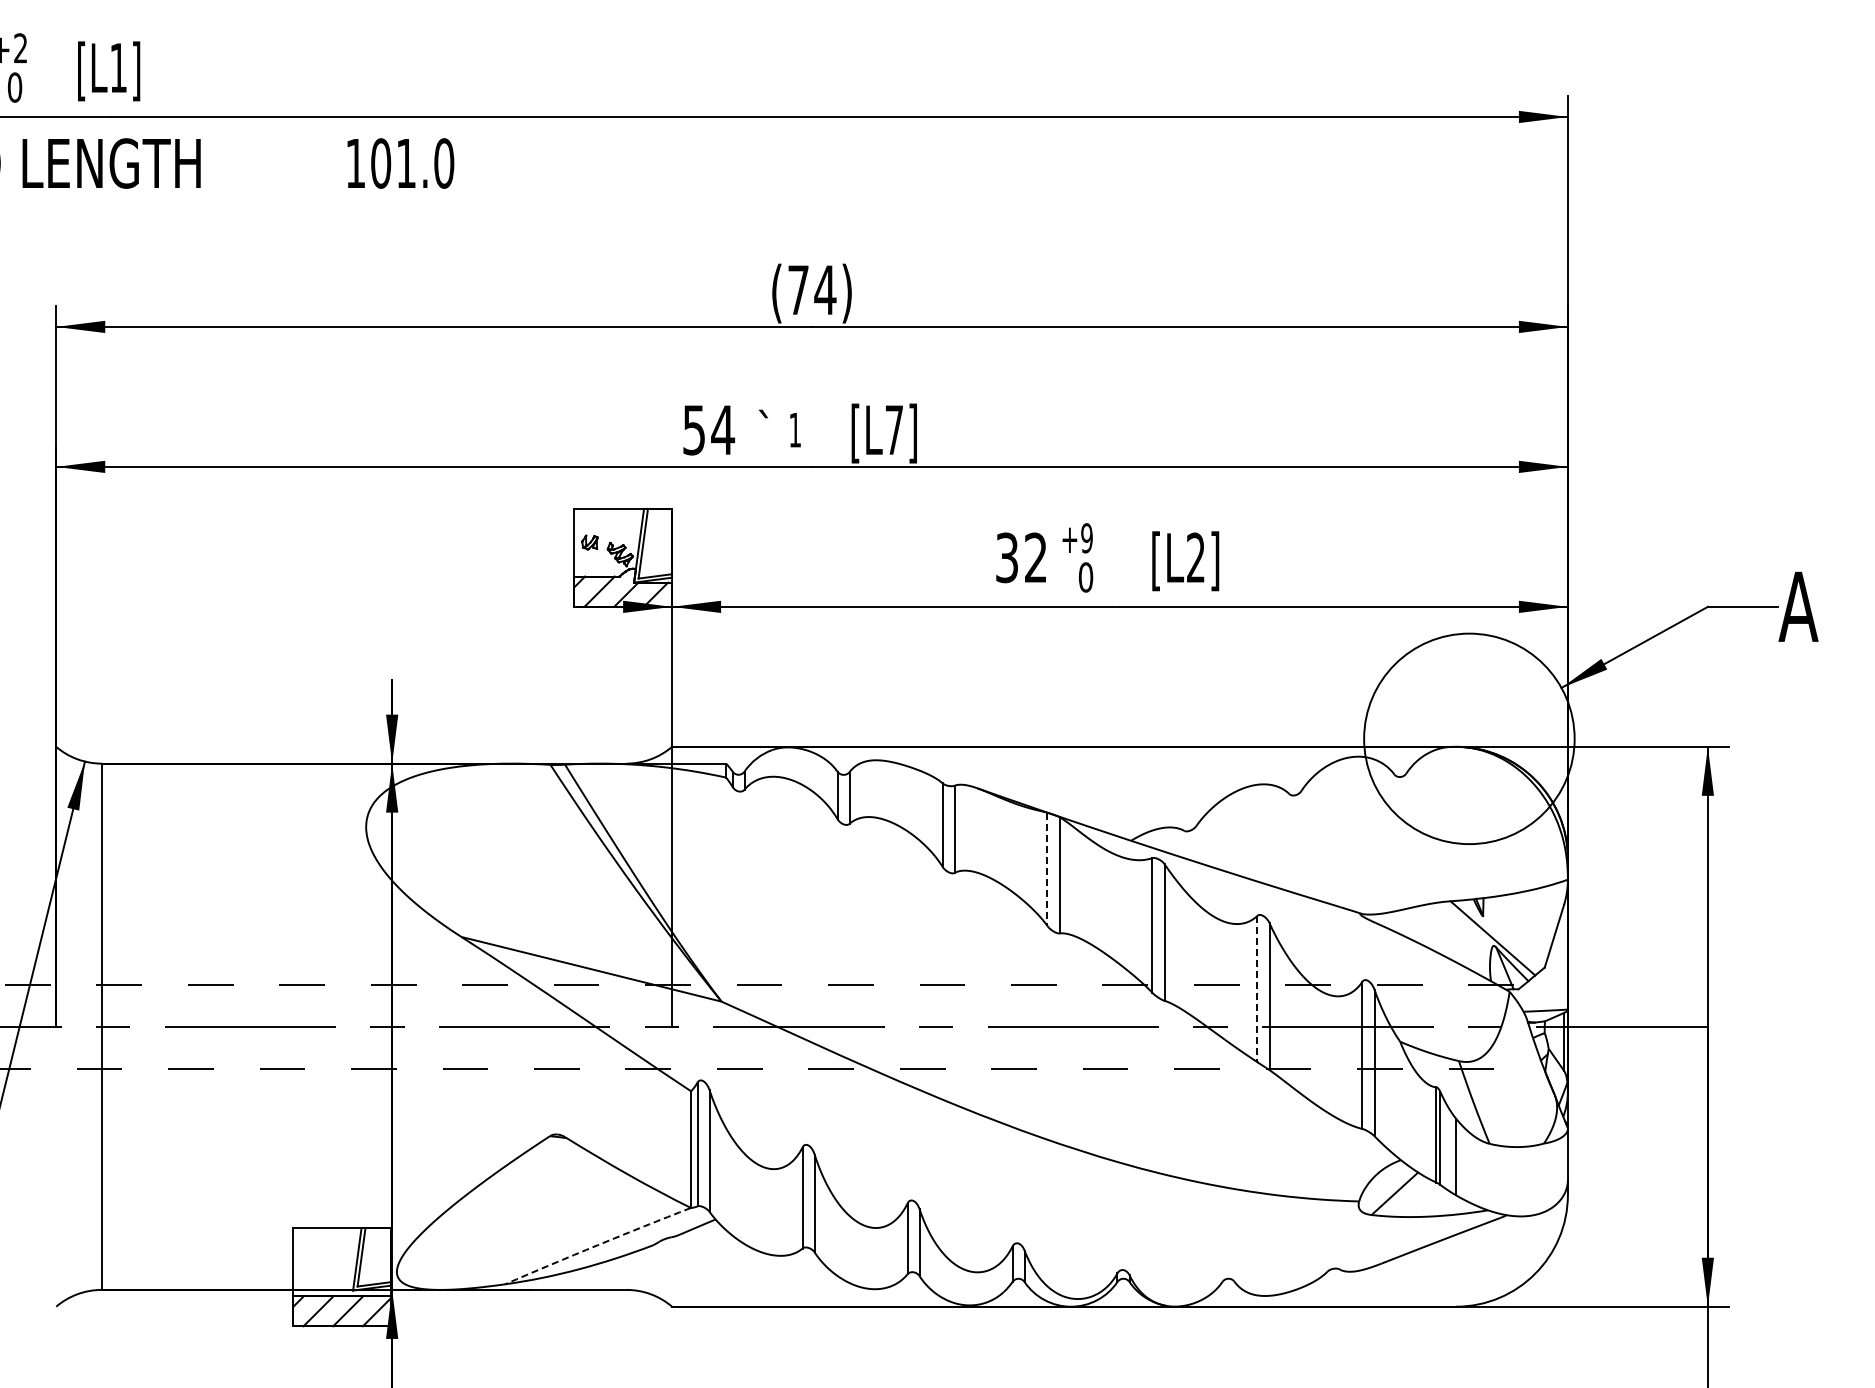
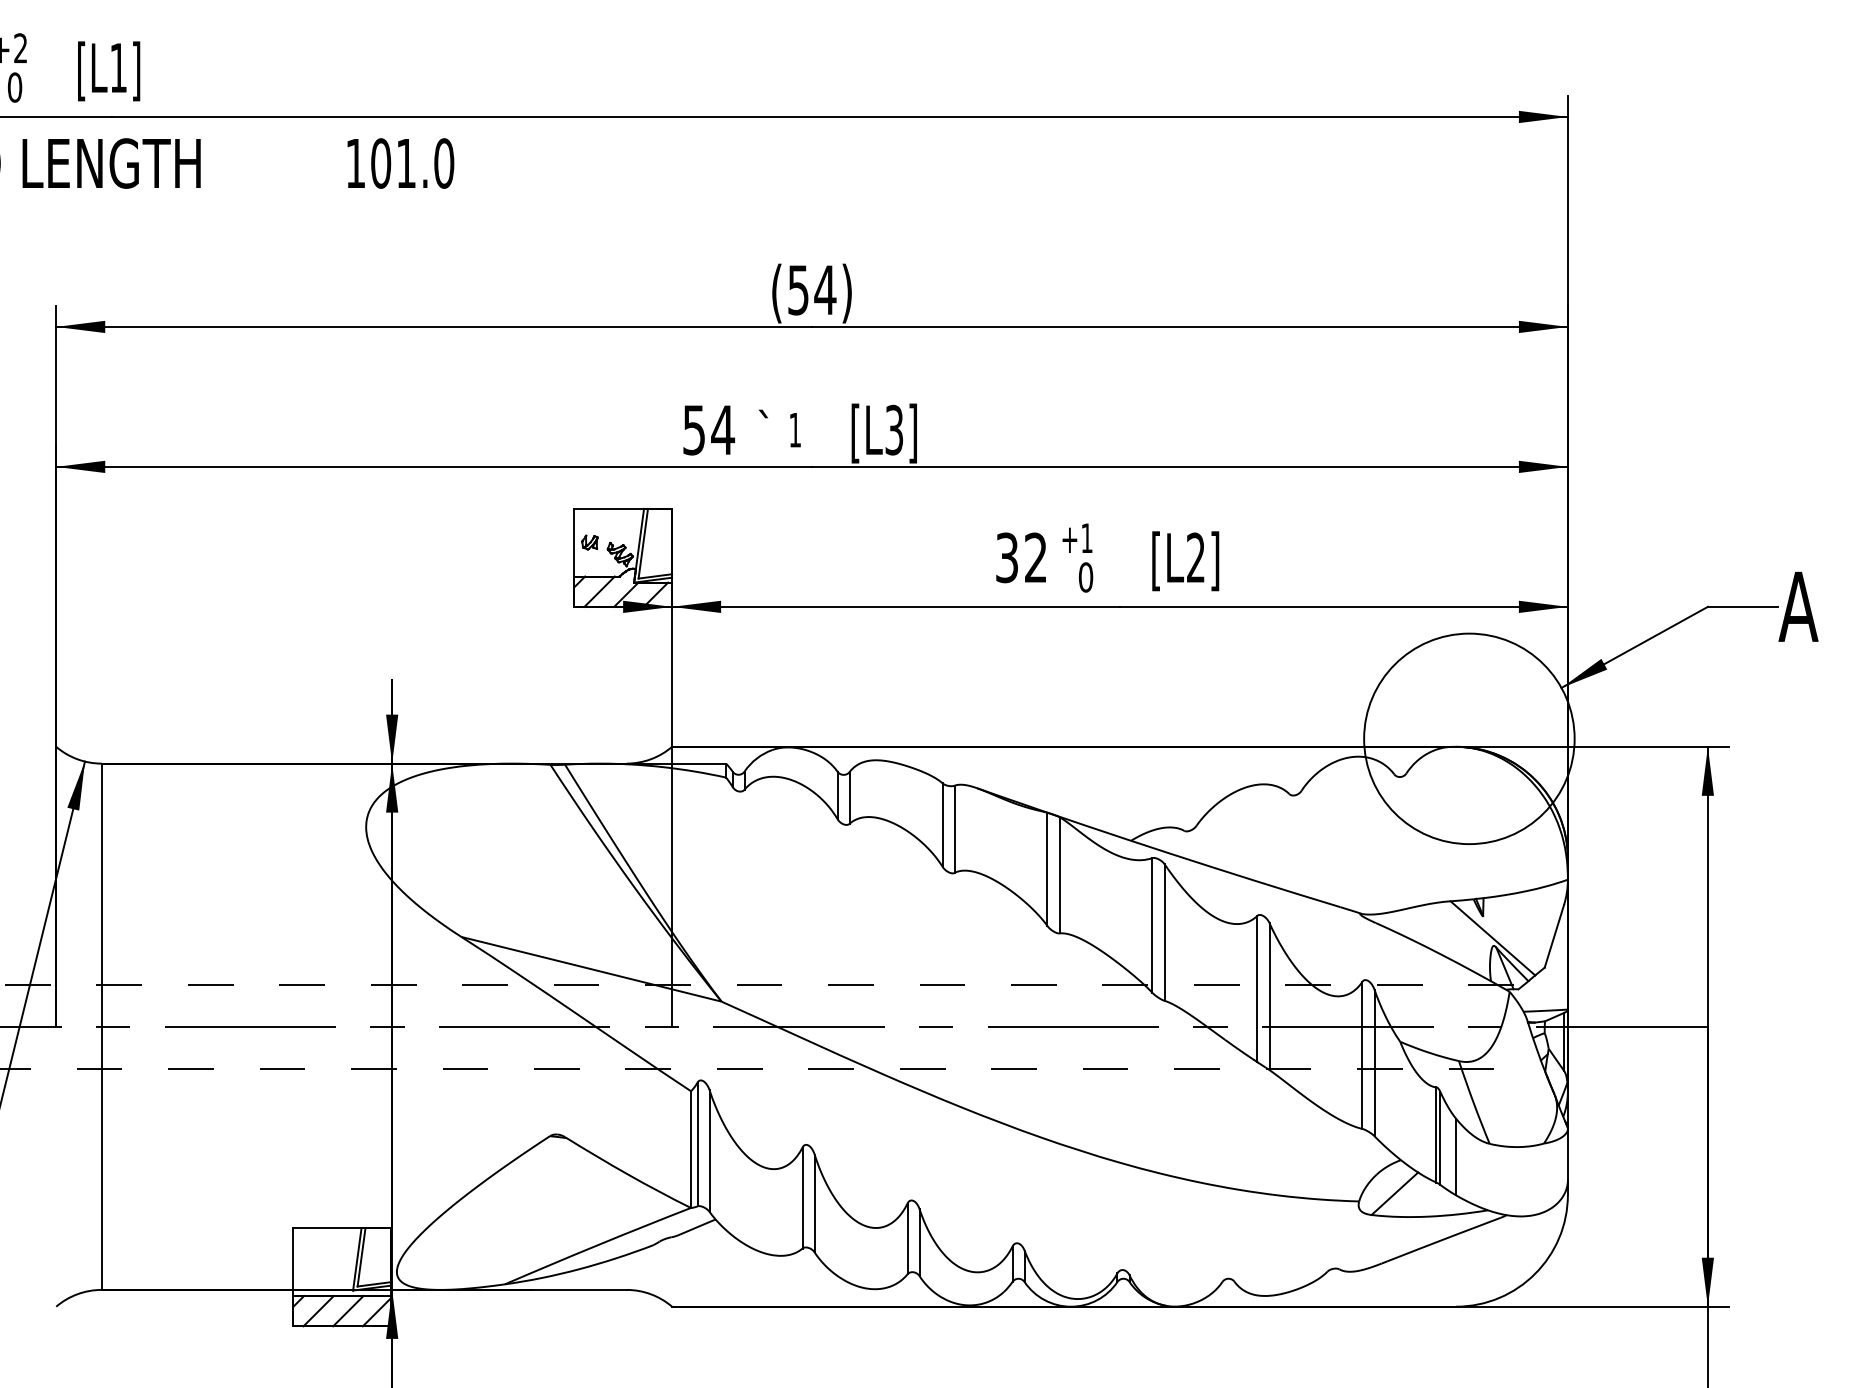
text at (798, 290): (74) -> (54)
text at (894, 429): [L7] -> [L3]
text at (1086, 538): +9 -> +1
line at (1047, 869): dashed -> solid
line at (1257, 989): dashed -> solid
arc at (597, 1245): dashed -> solid
